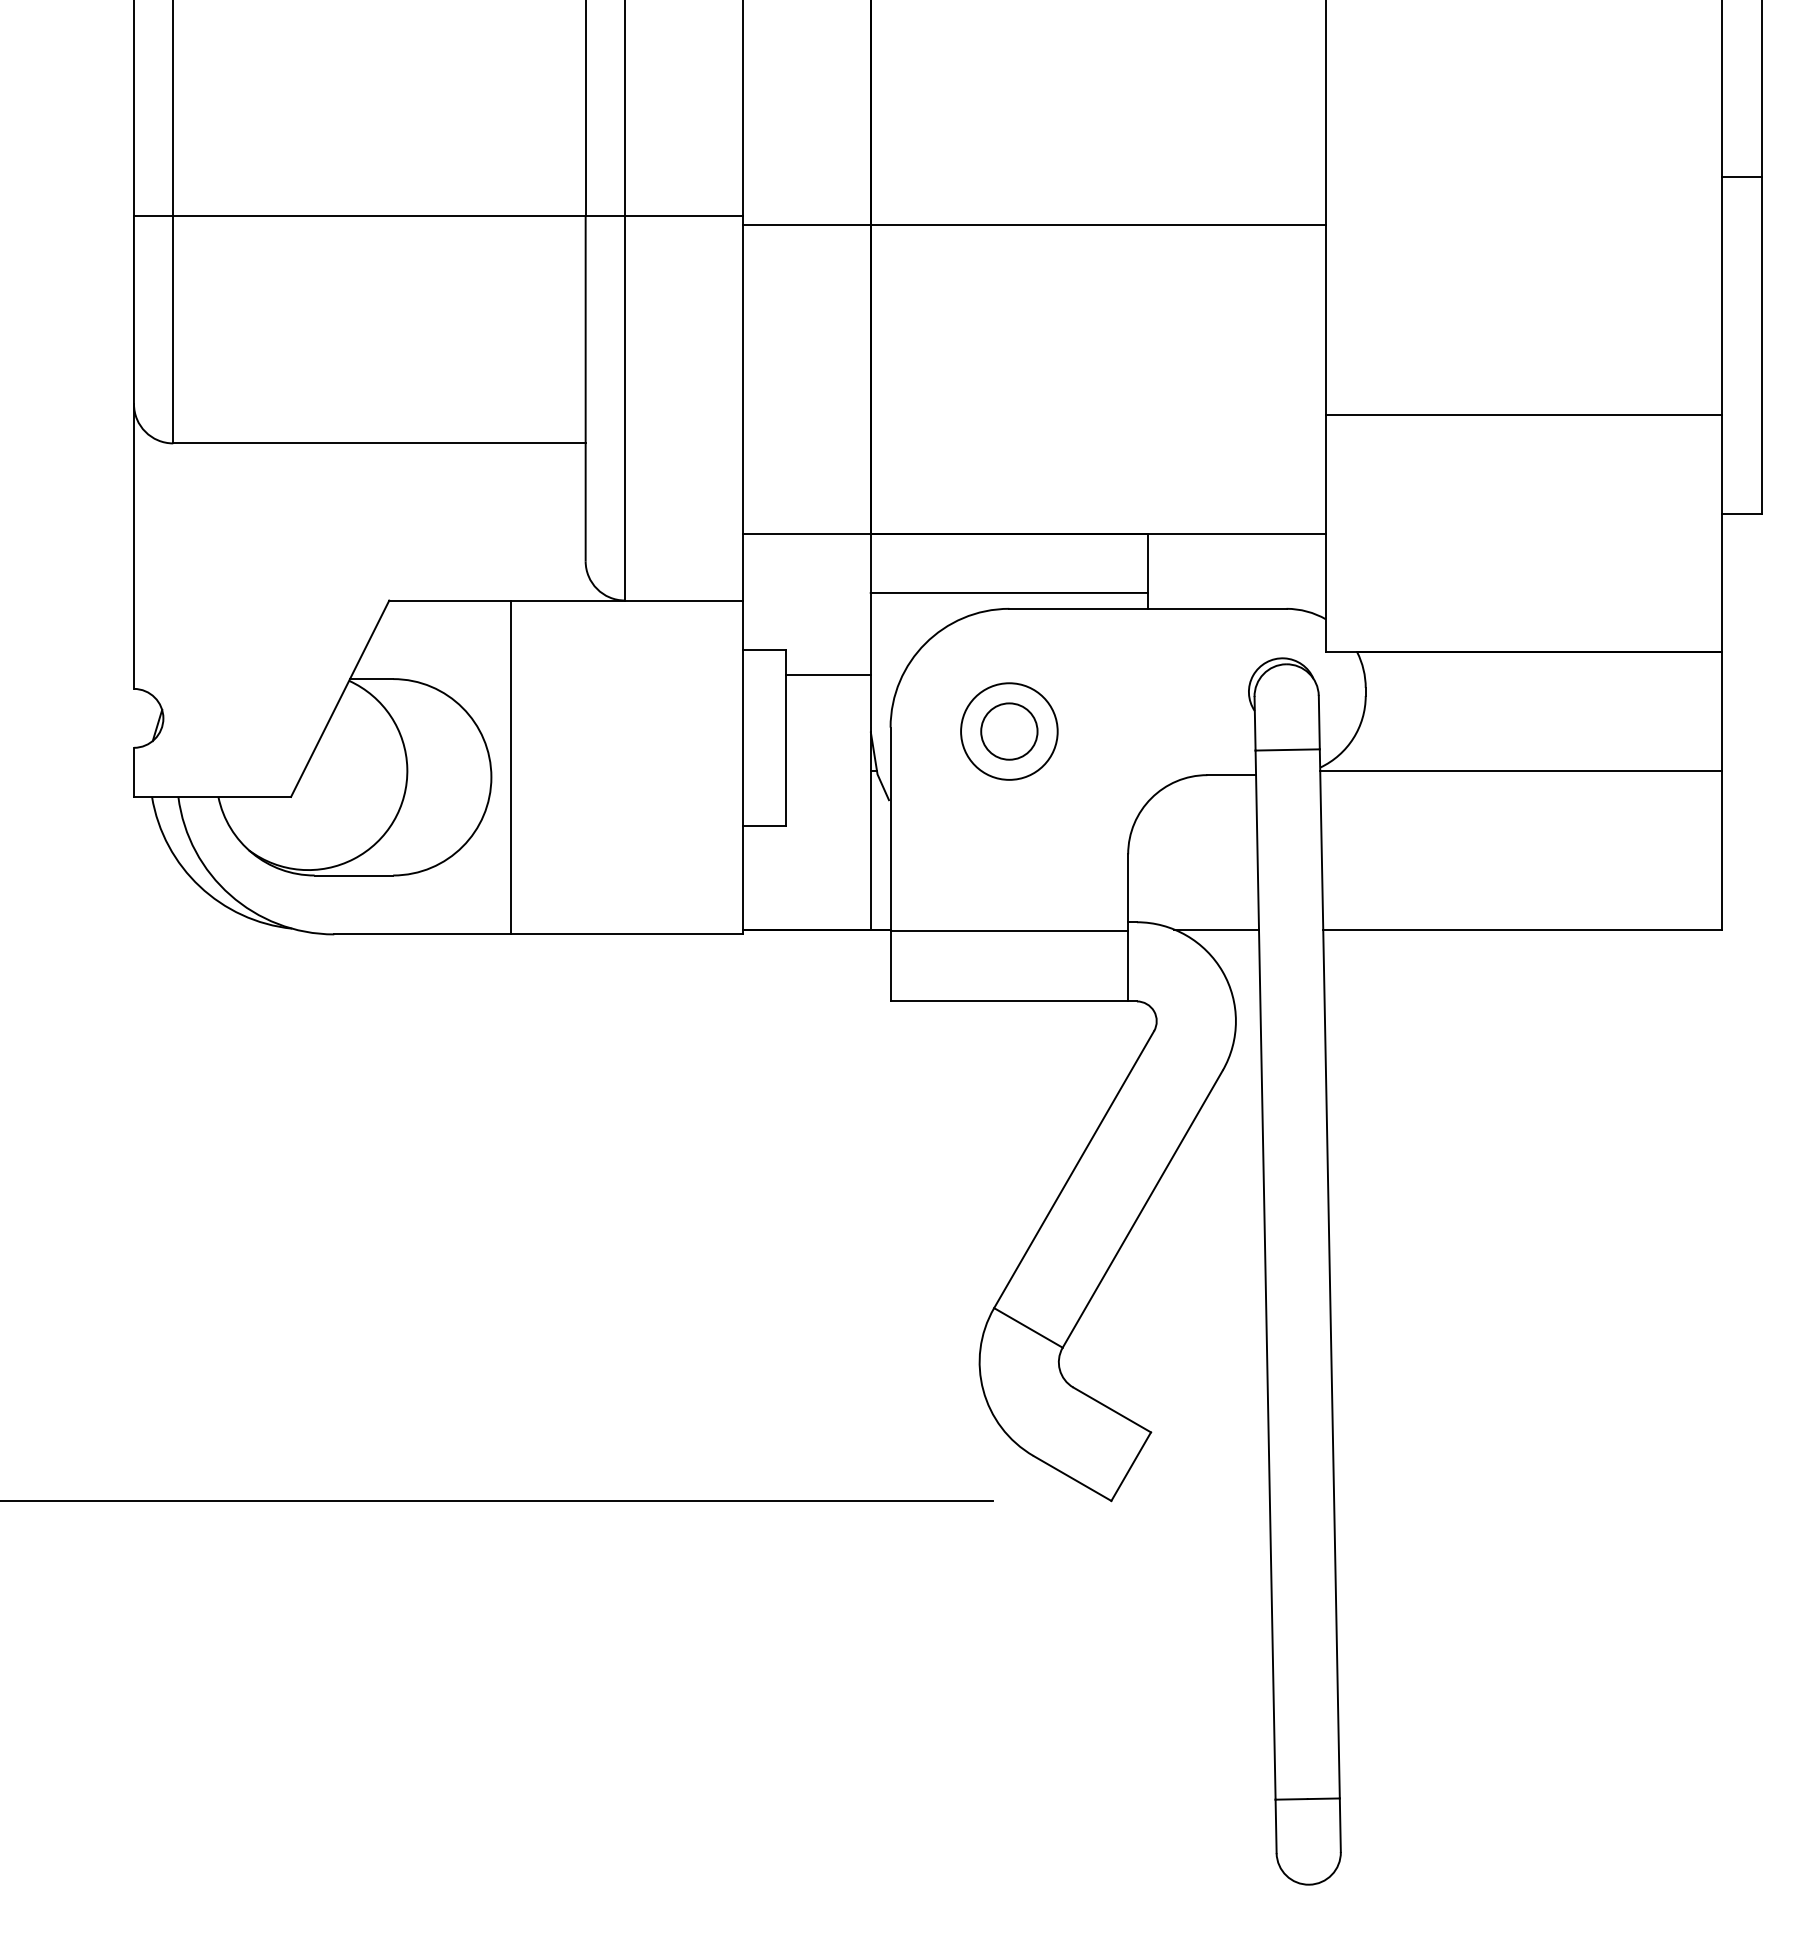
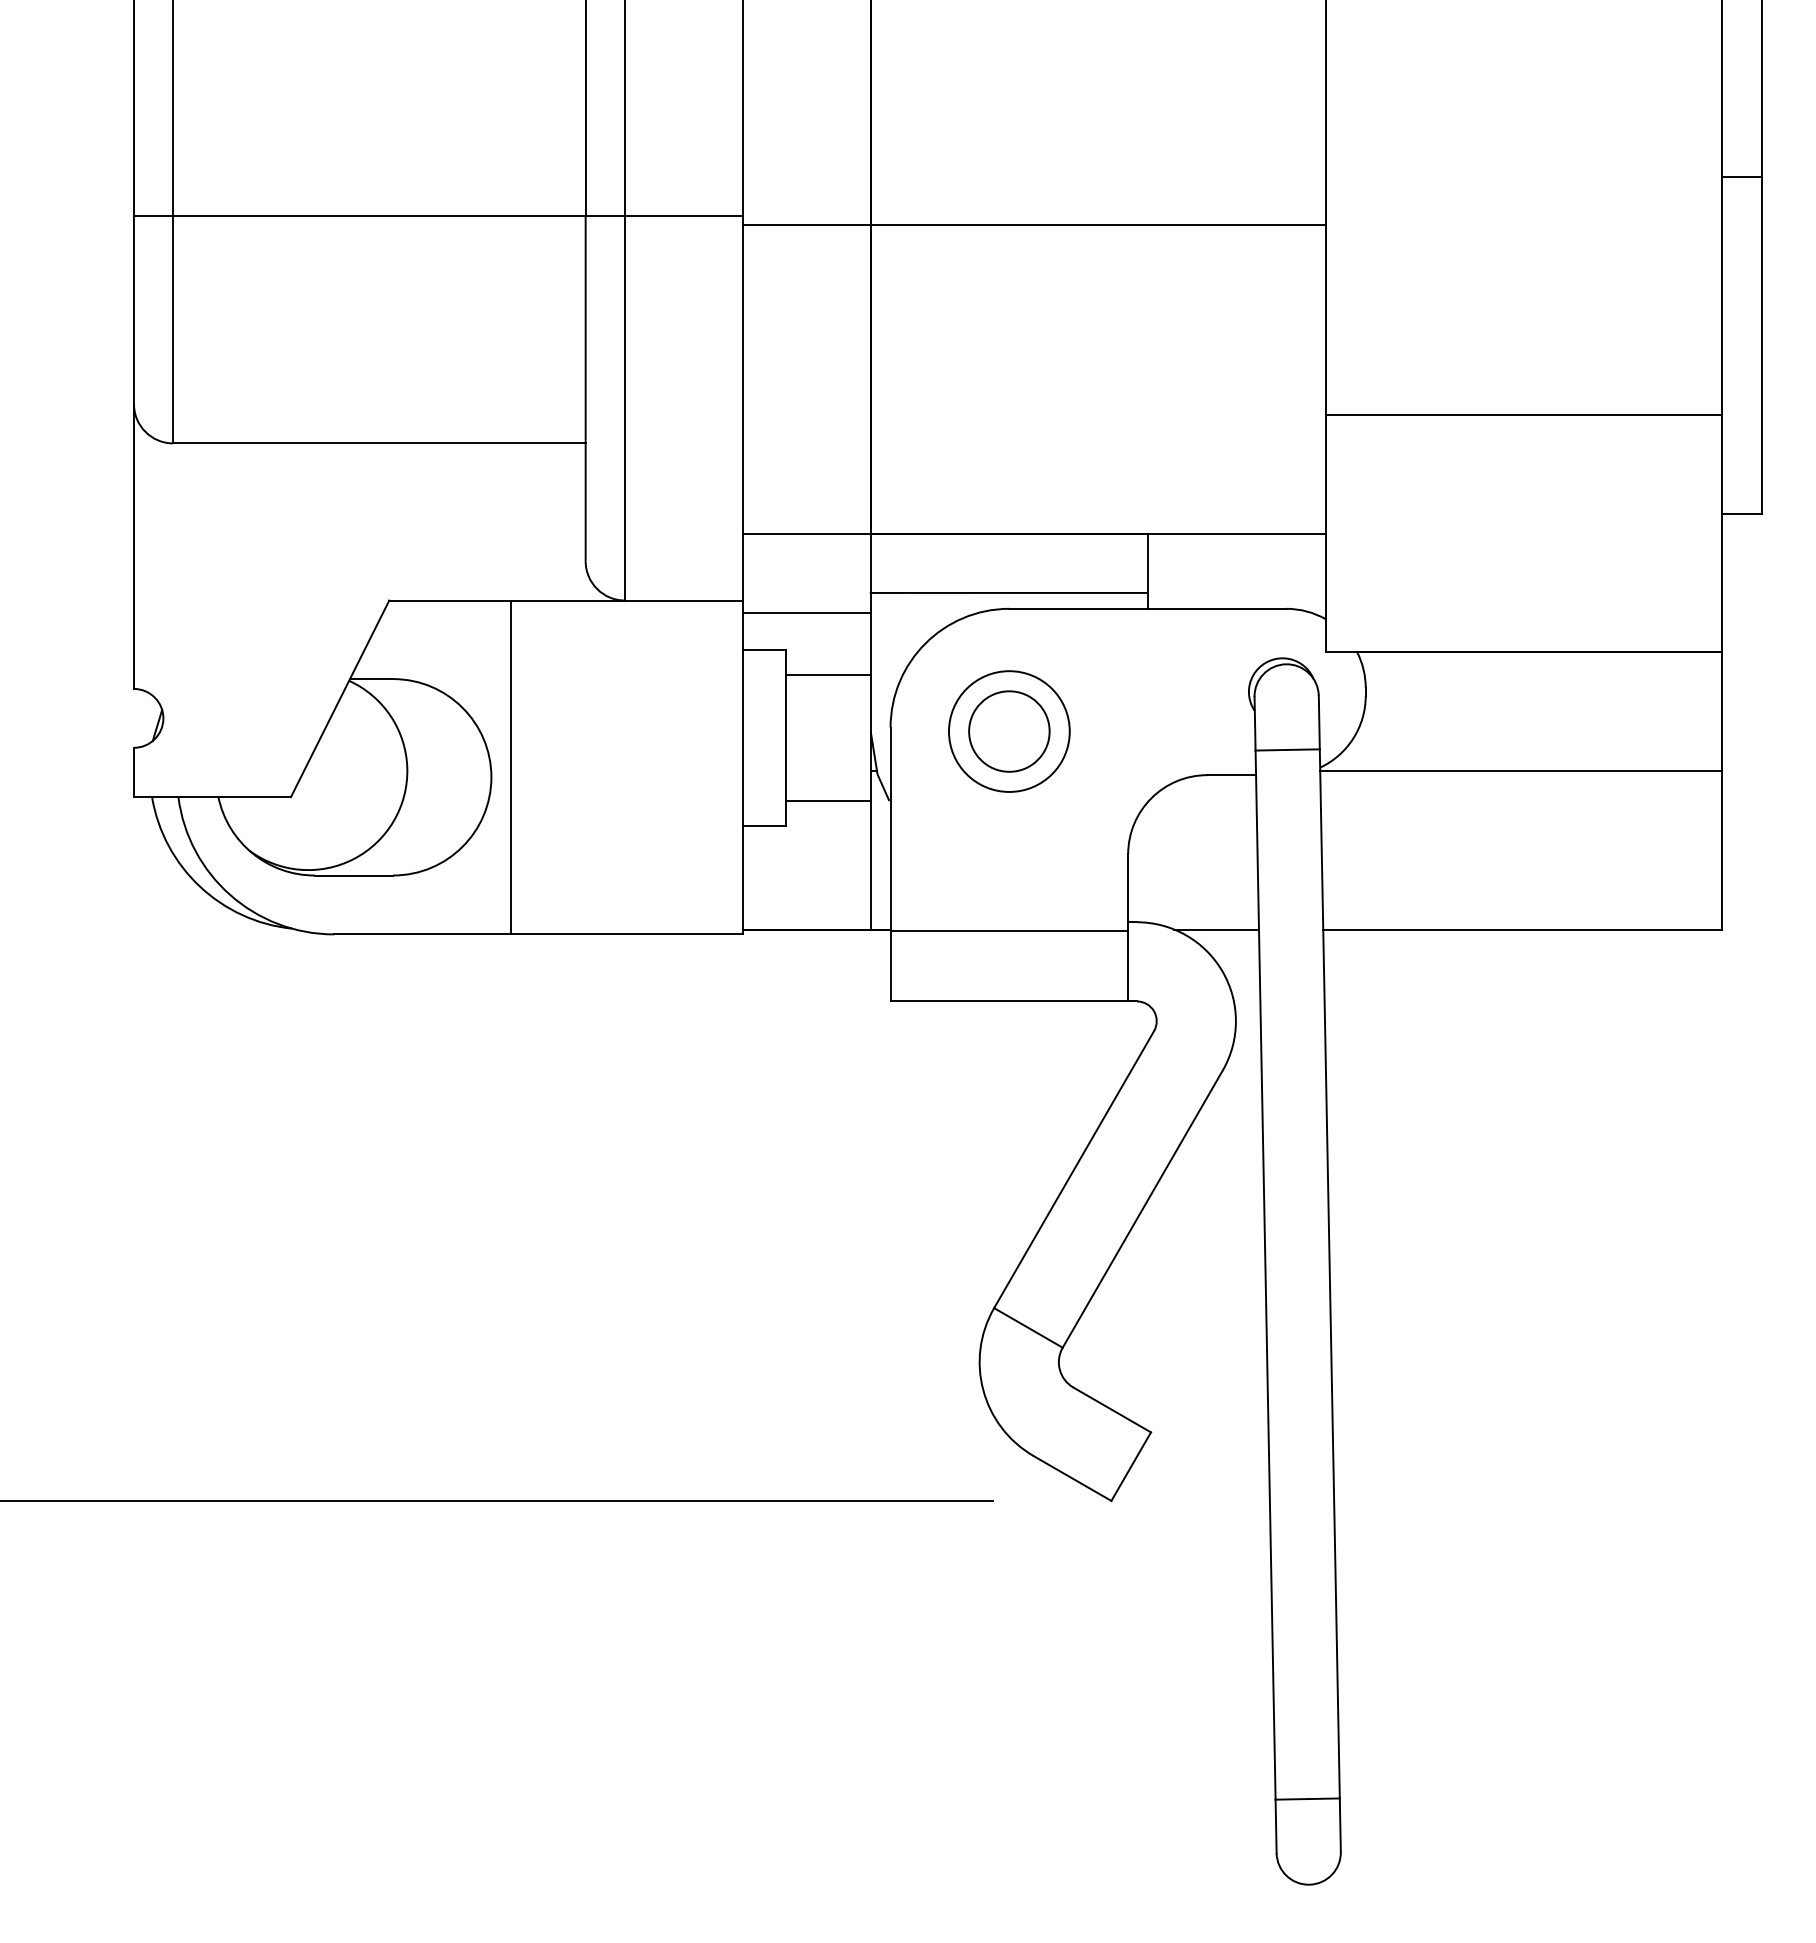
line at (806, 612): none -> present
circle at (1009, 731) diameter: 56 px -> 81 px
circle at (1009, 731) diameter: 97 px -> 121 px
line at (827, 801): none -> present
